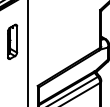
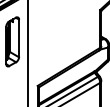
part at (12, 41) size: 12x37 px -> 15x52 px
